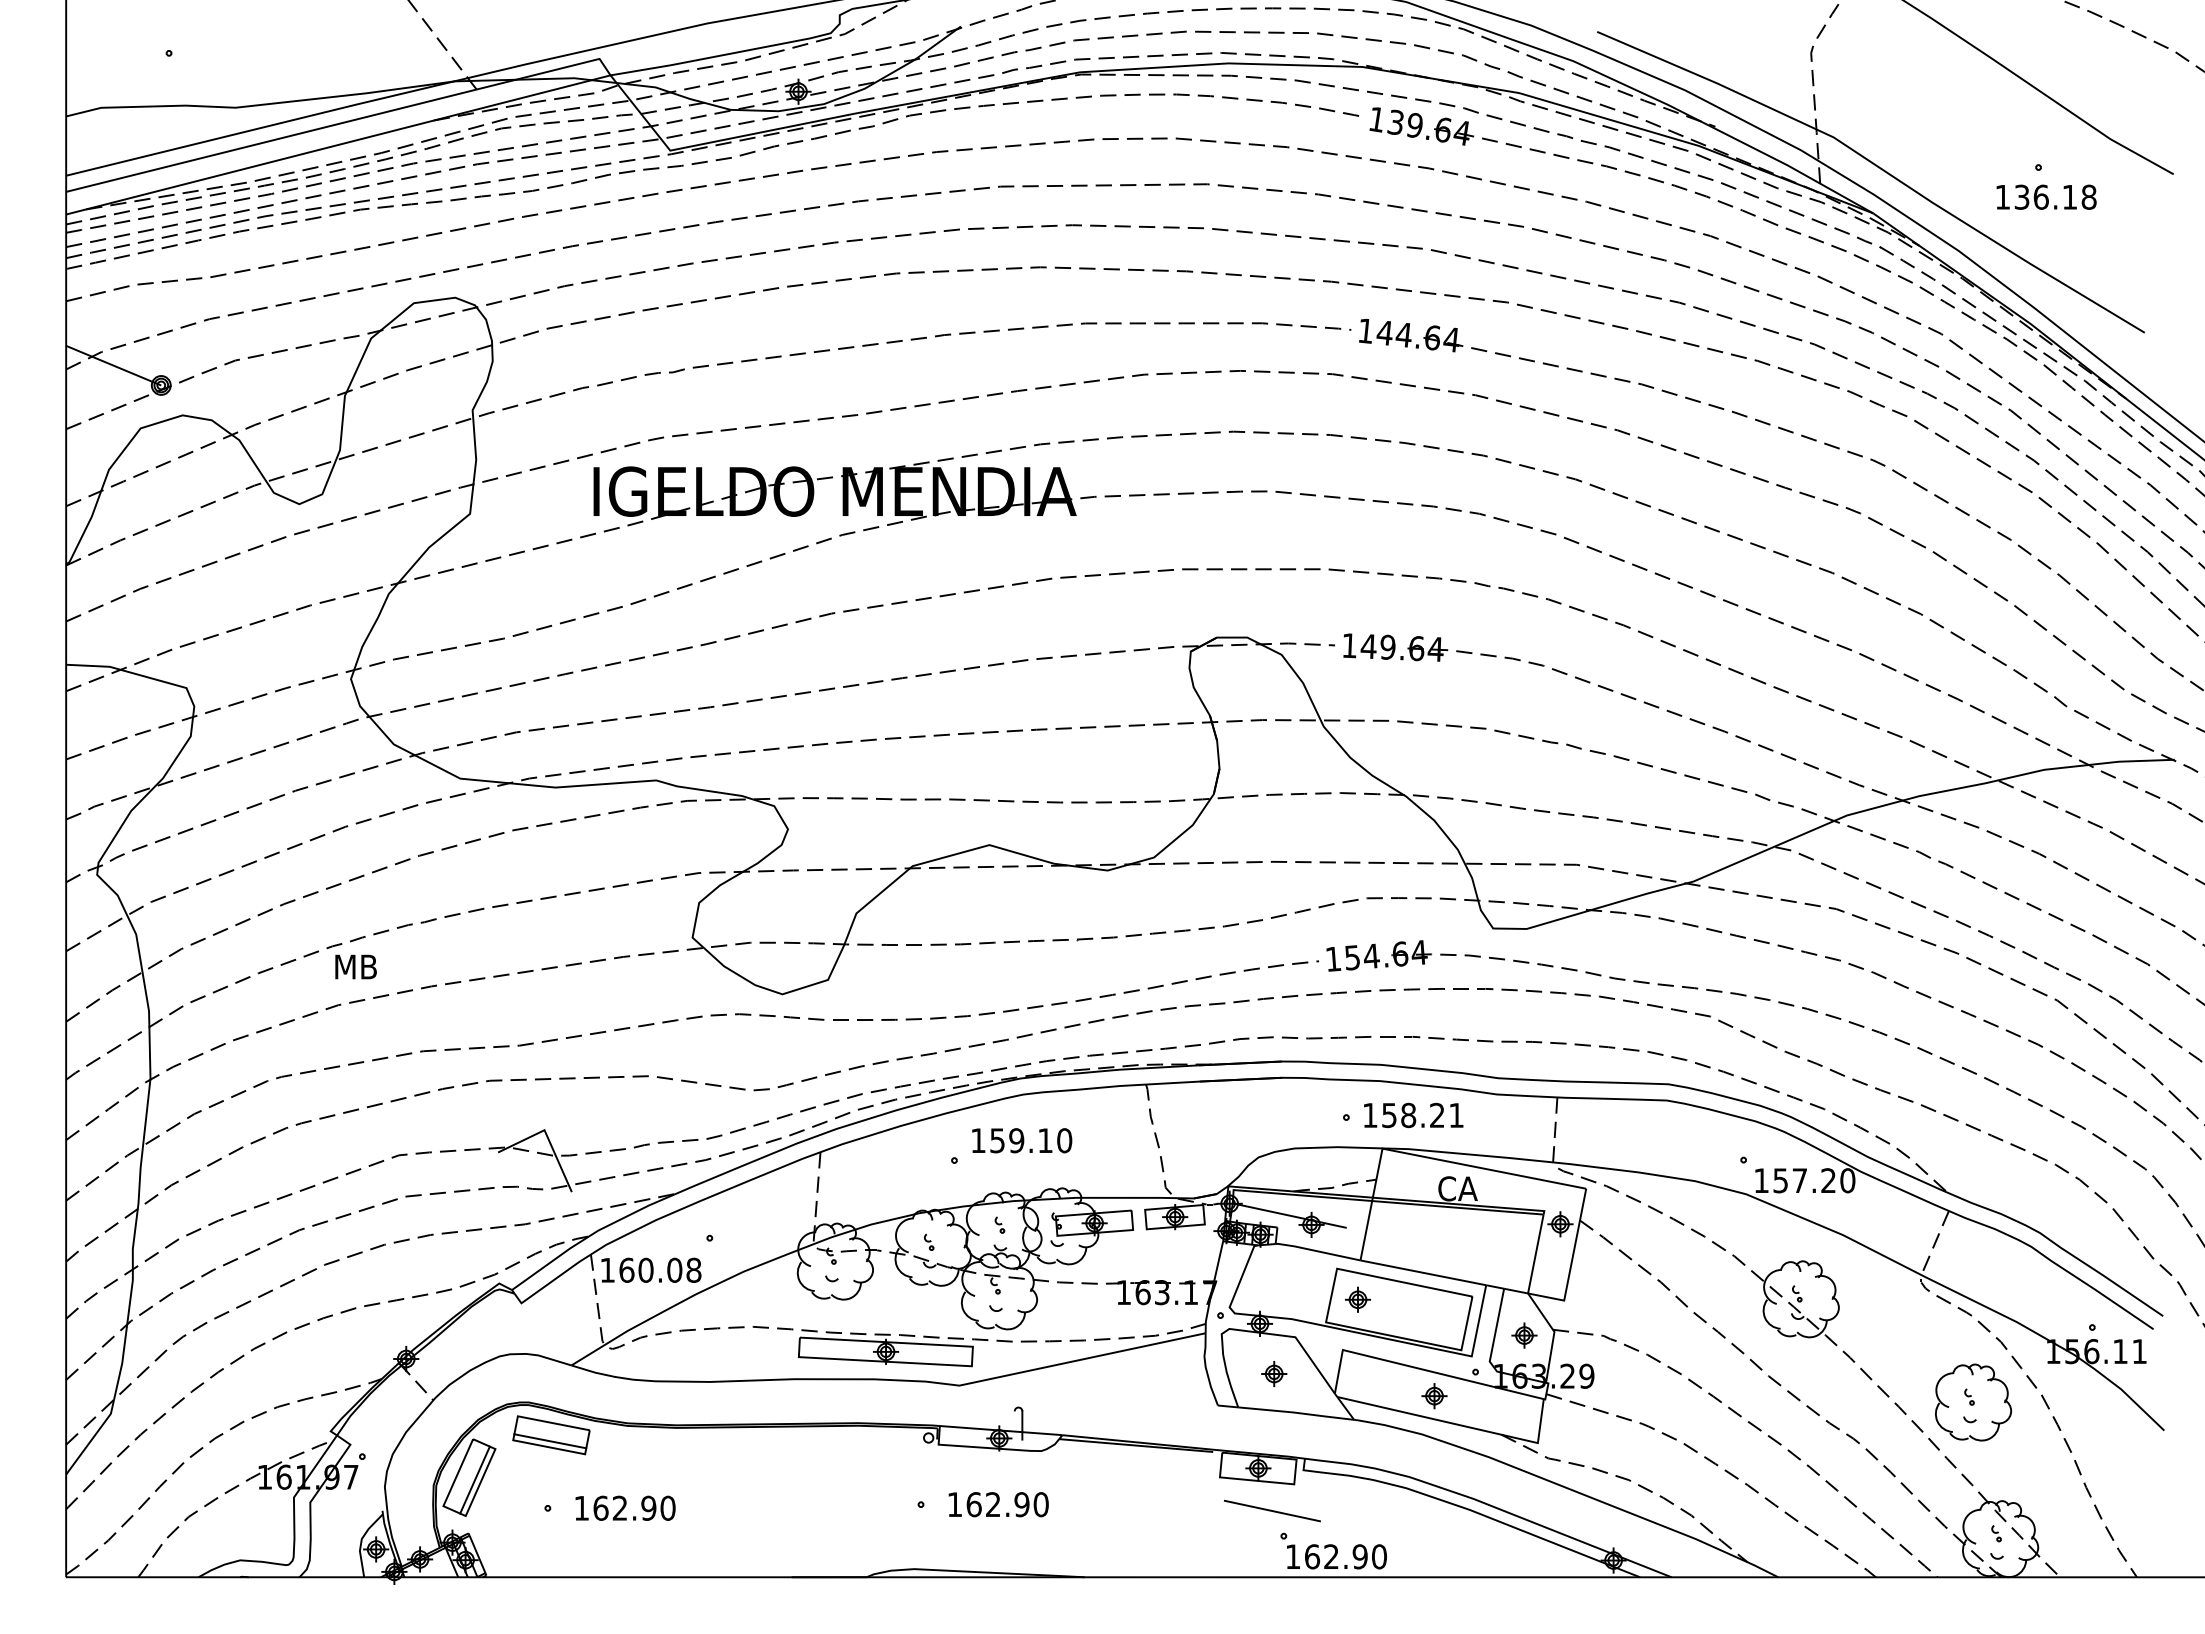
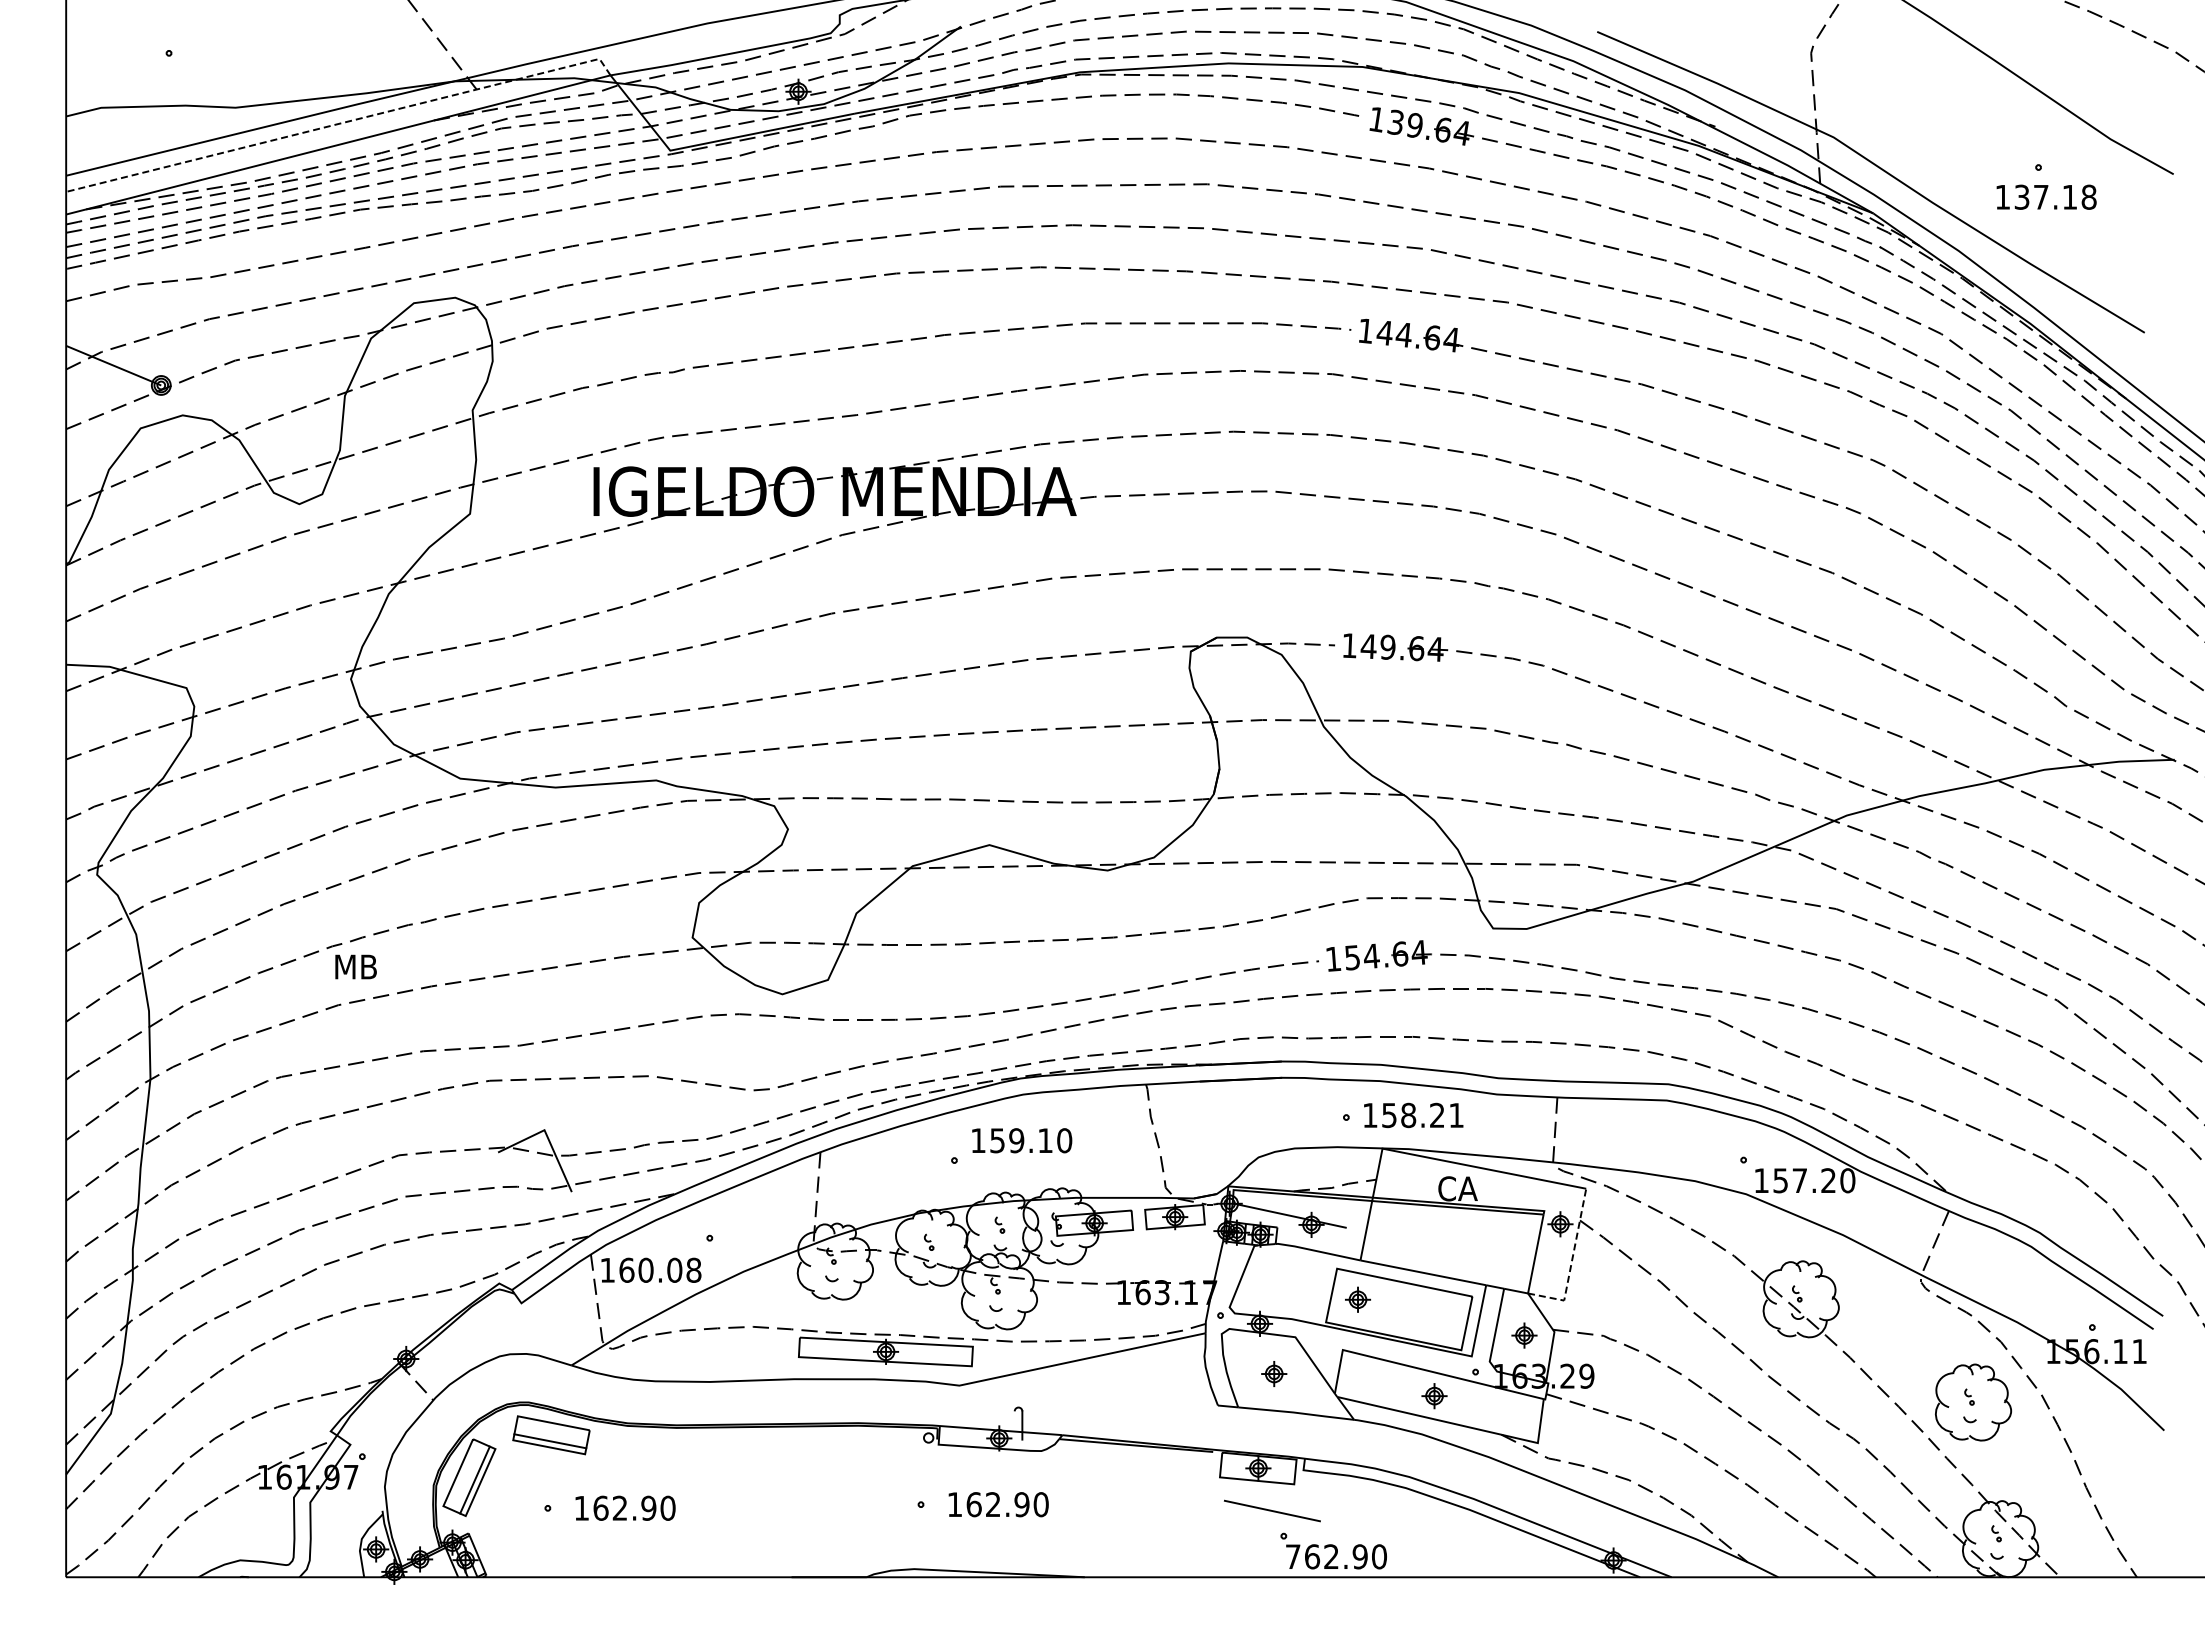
line at (342, 122): solid -> dashed
text at (2040, 196): 136.18 -> 137.18
line at (1571, 1263): solid -> dashed
text at (1293, 1556): 162.90 -> 762.90
